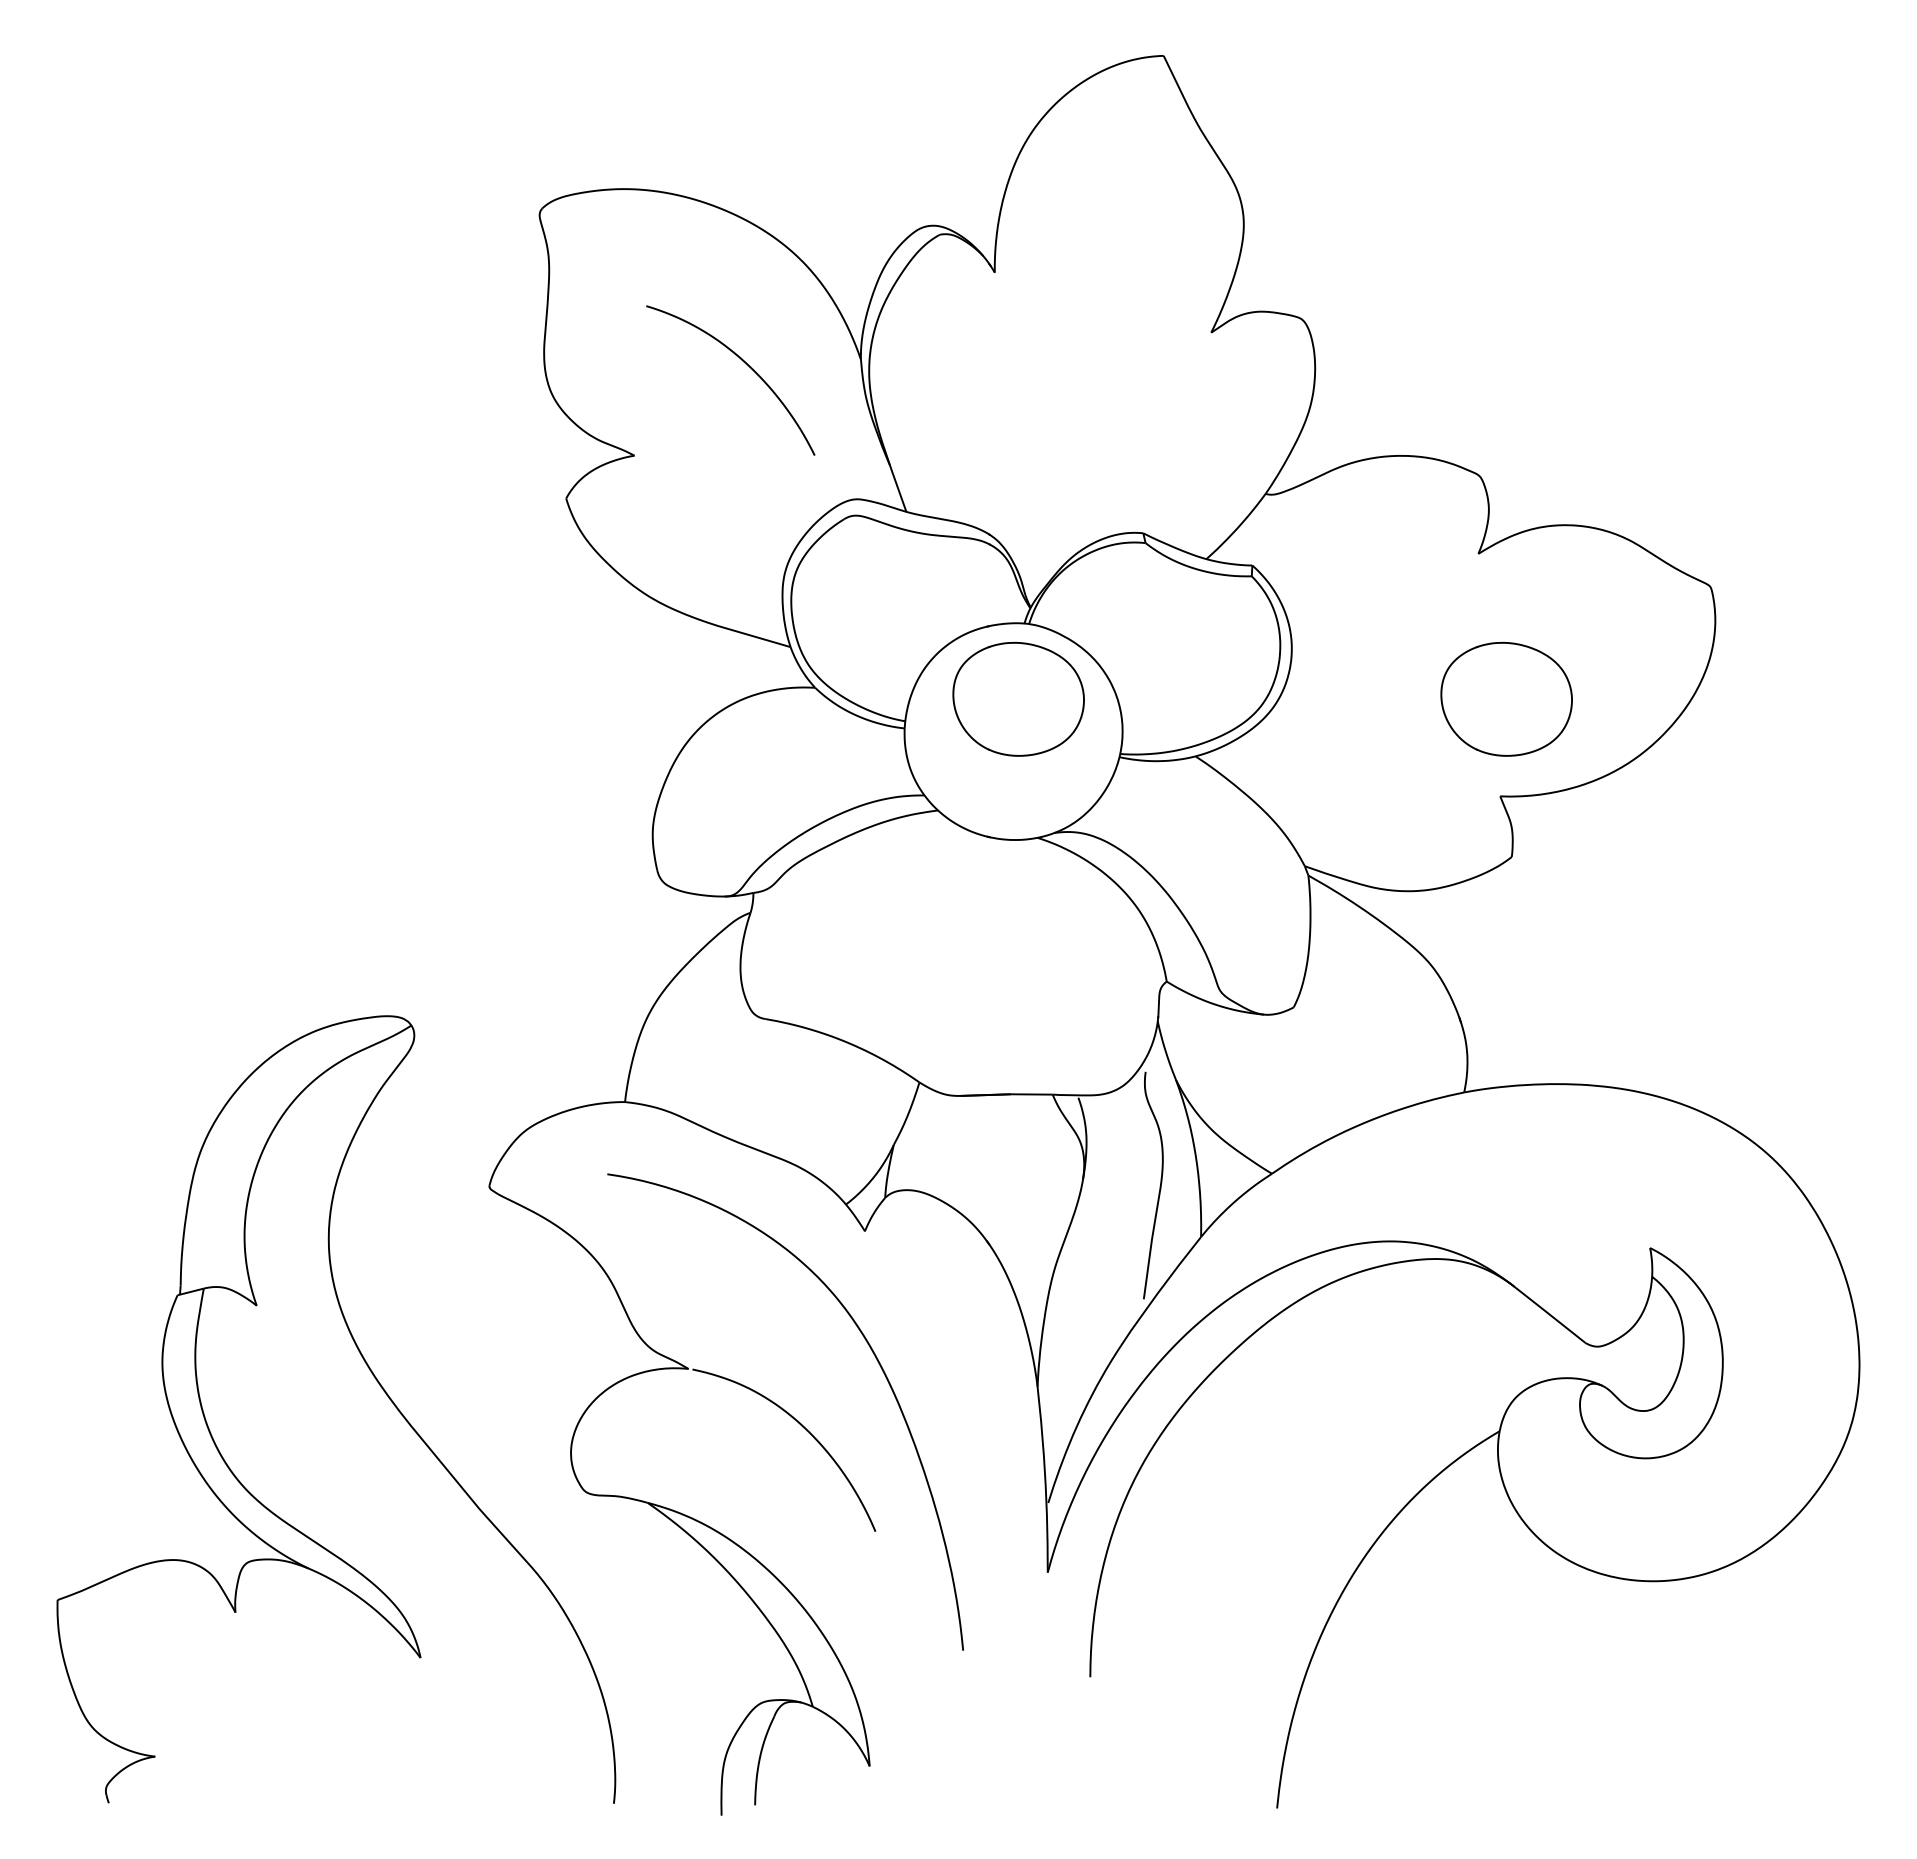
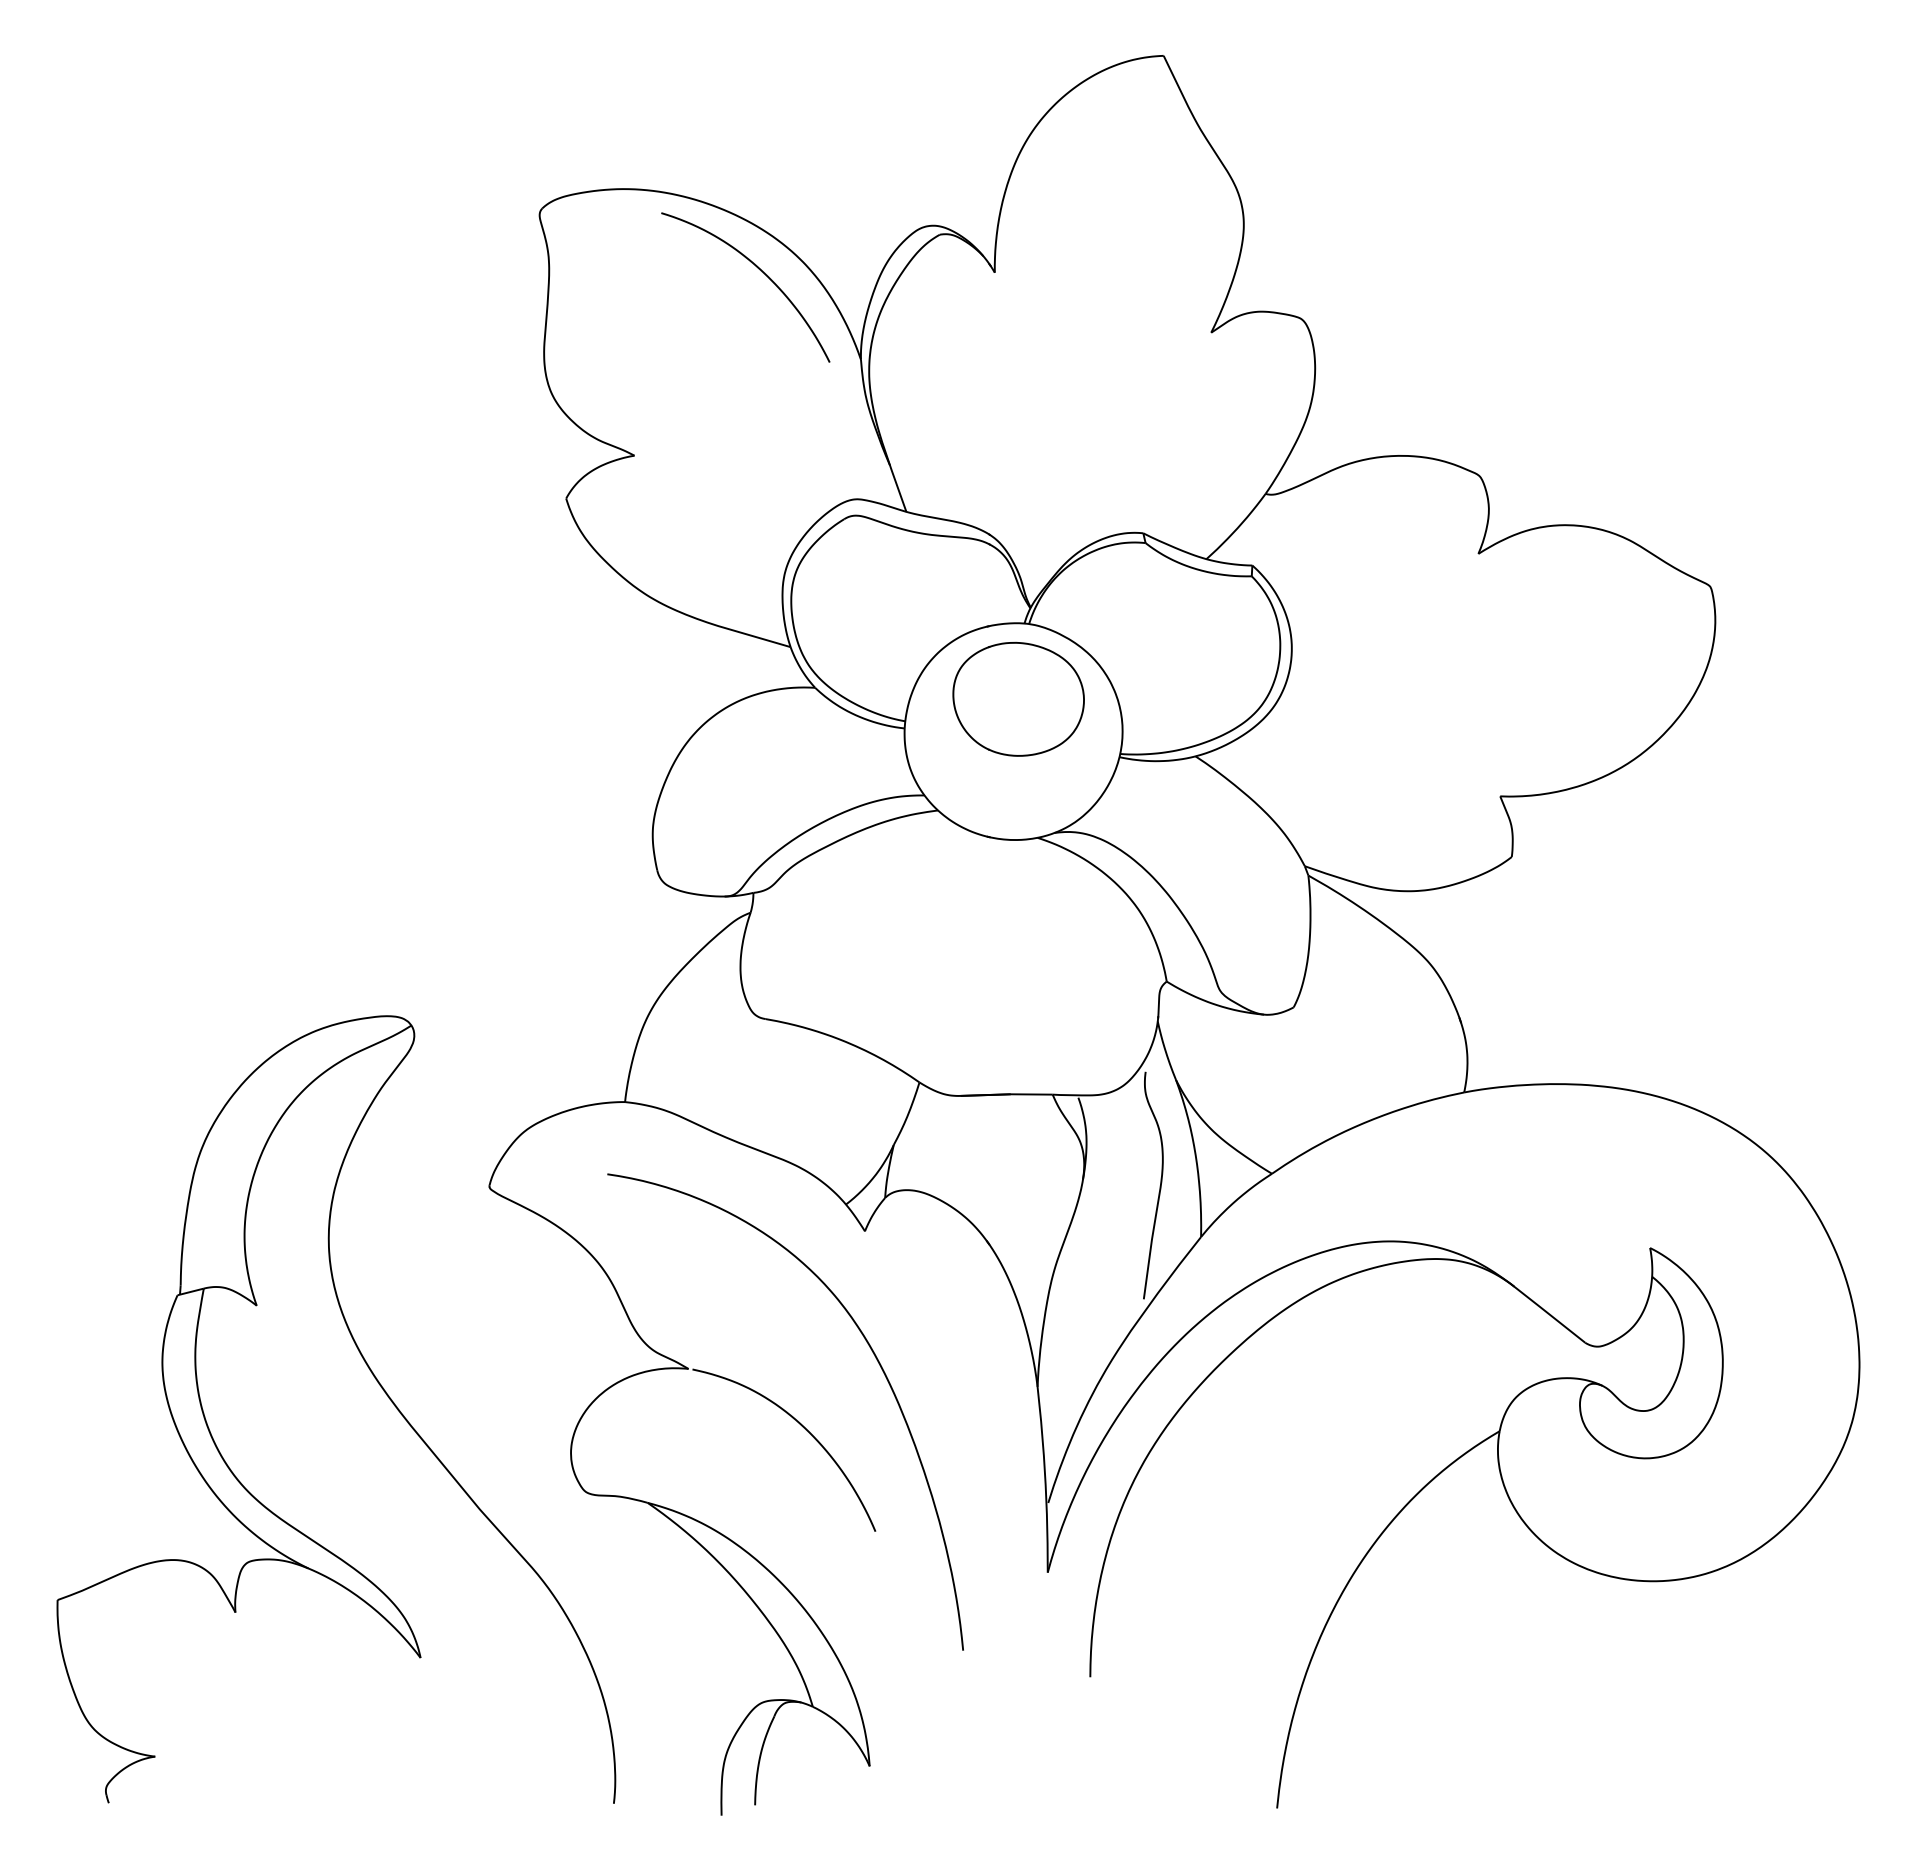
curve at (744, 363) position: (744, 363) -> (759, 270)
part at (1506, 698): present -> none
